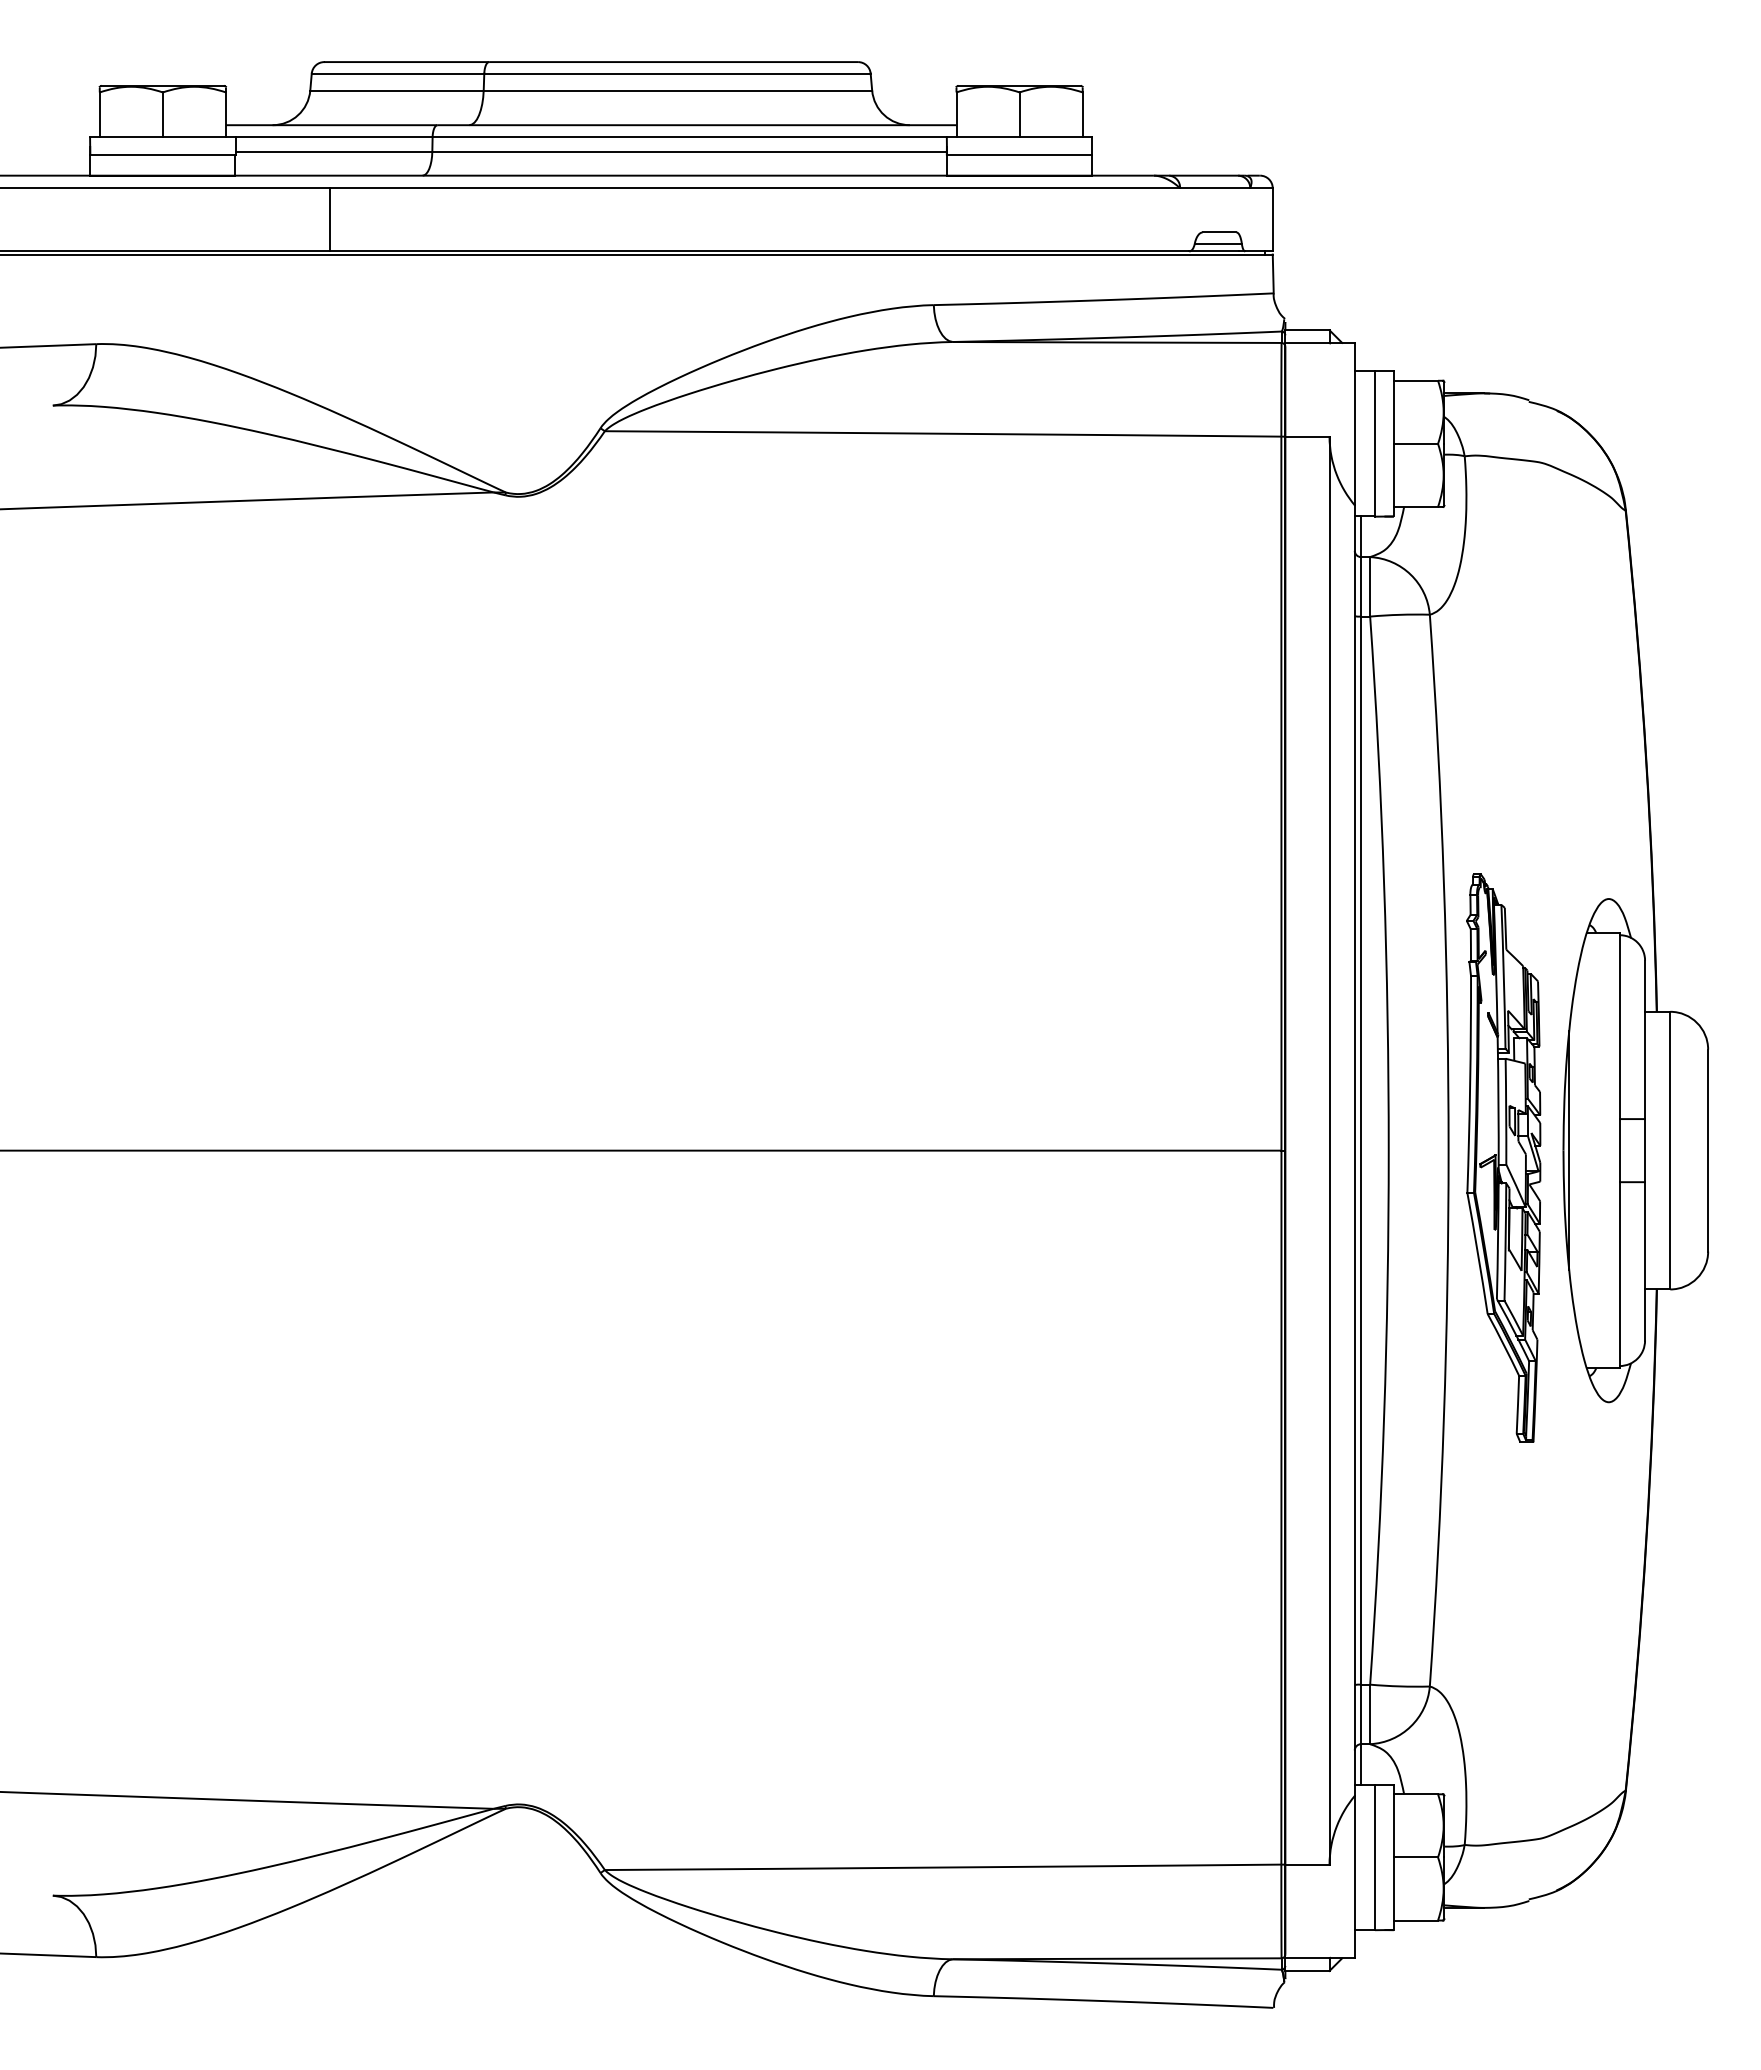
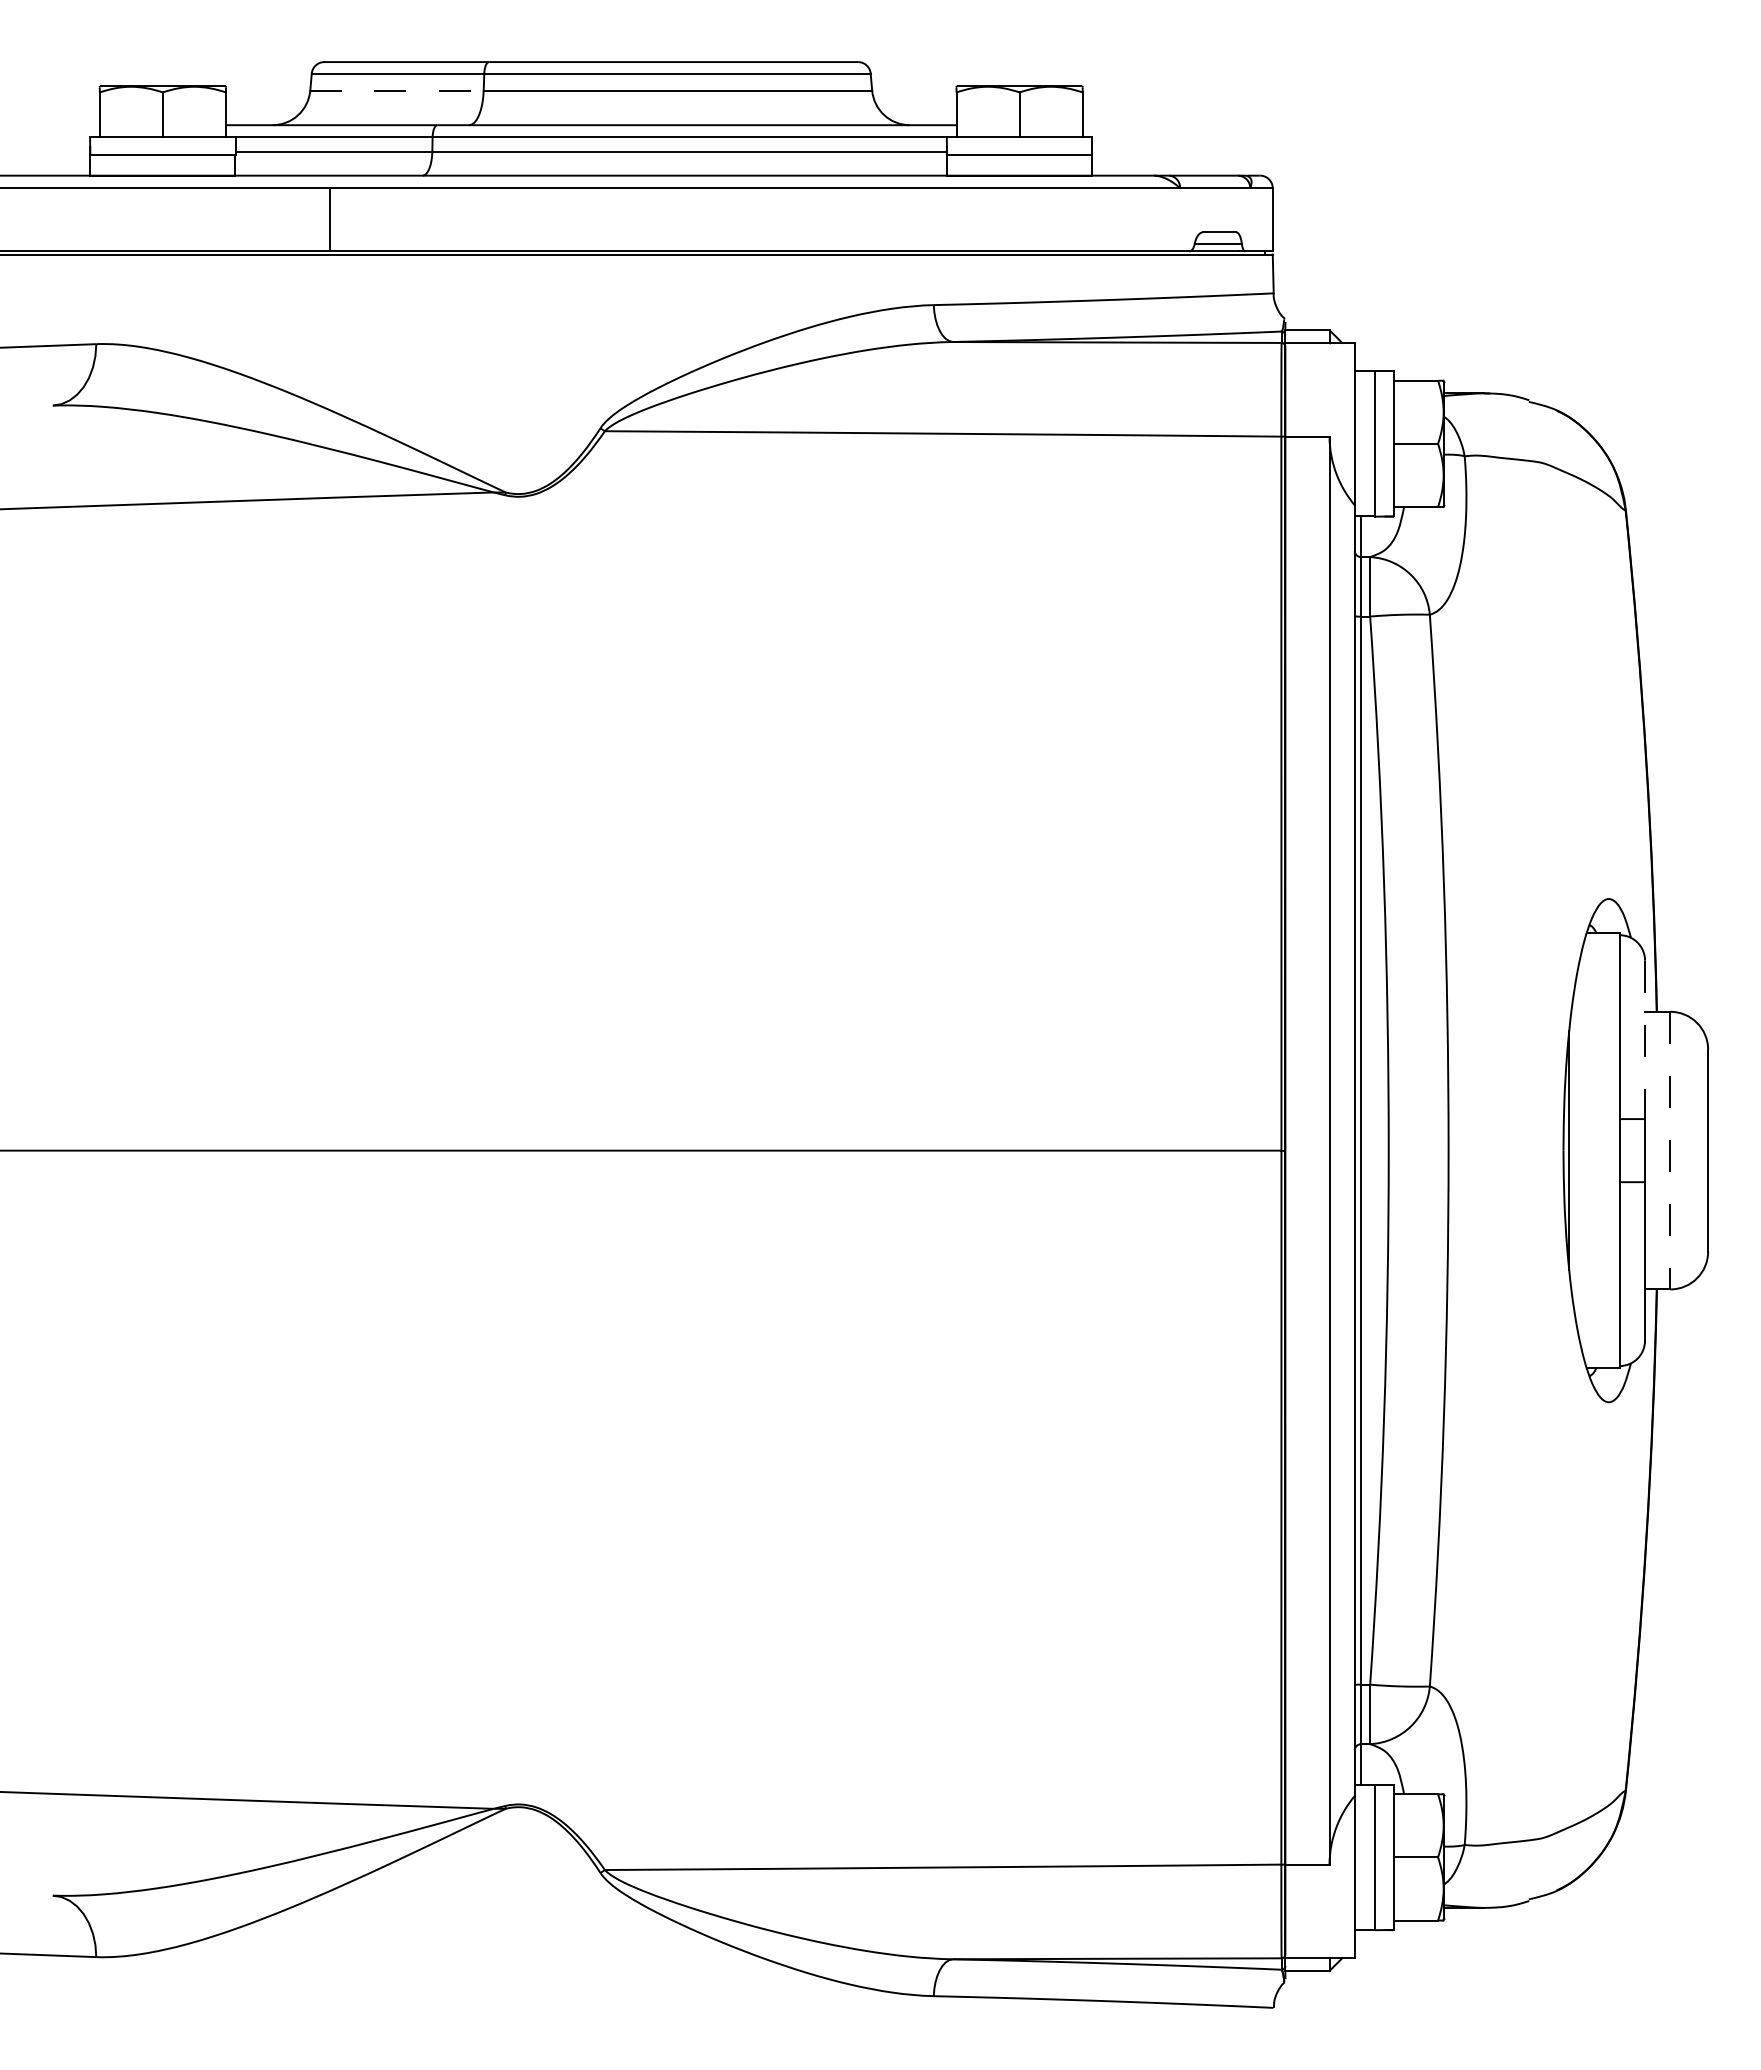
line at (397, 90): solid -> dashed
line at (1645, 1040): solid -> dashed
line at (1670, 1150): solid -> dashed
part at (1503, 1157): present -> none
